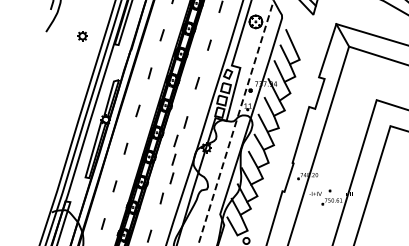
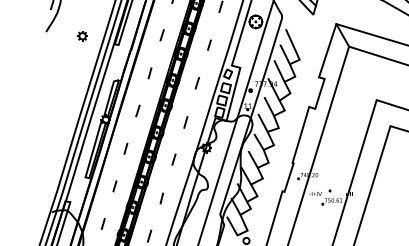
line at (236, 122): dashed -> solid
line at (175, 140): present -> none
line at (171, 178): present -> none
